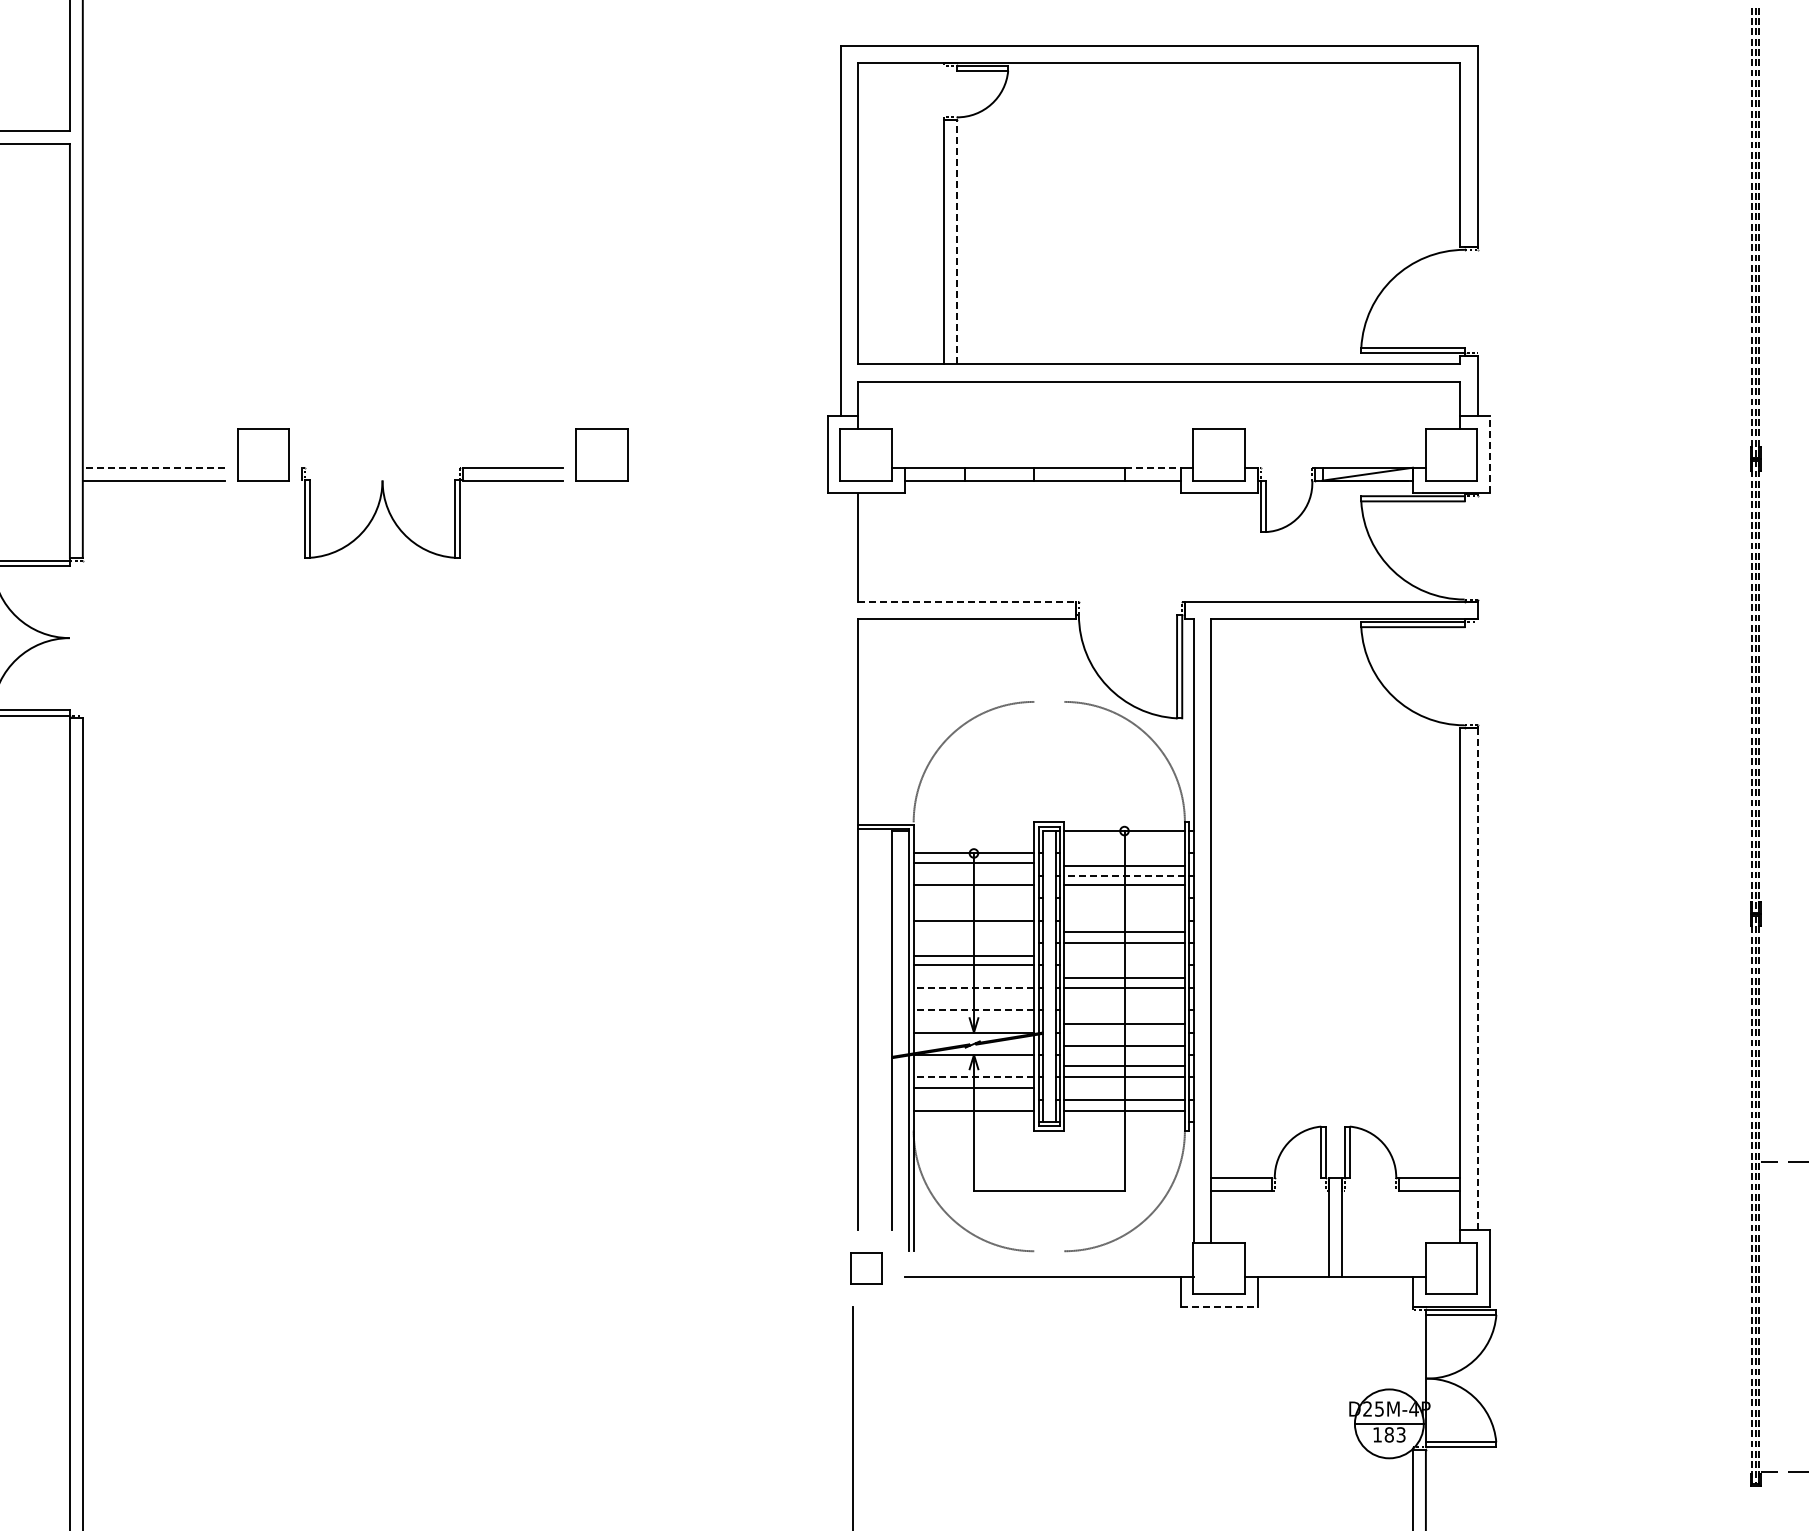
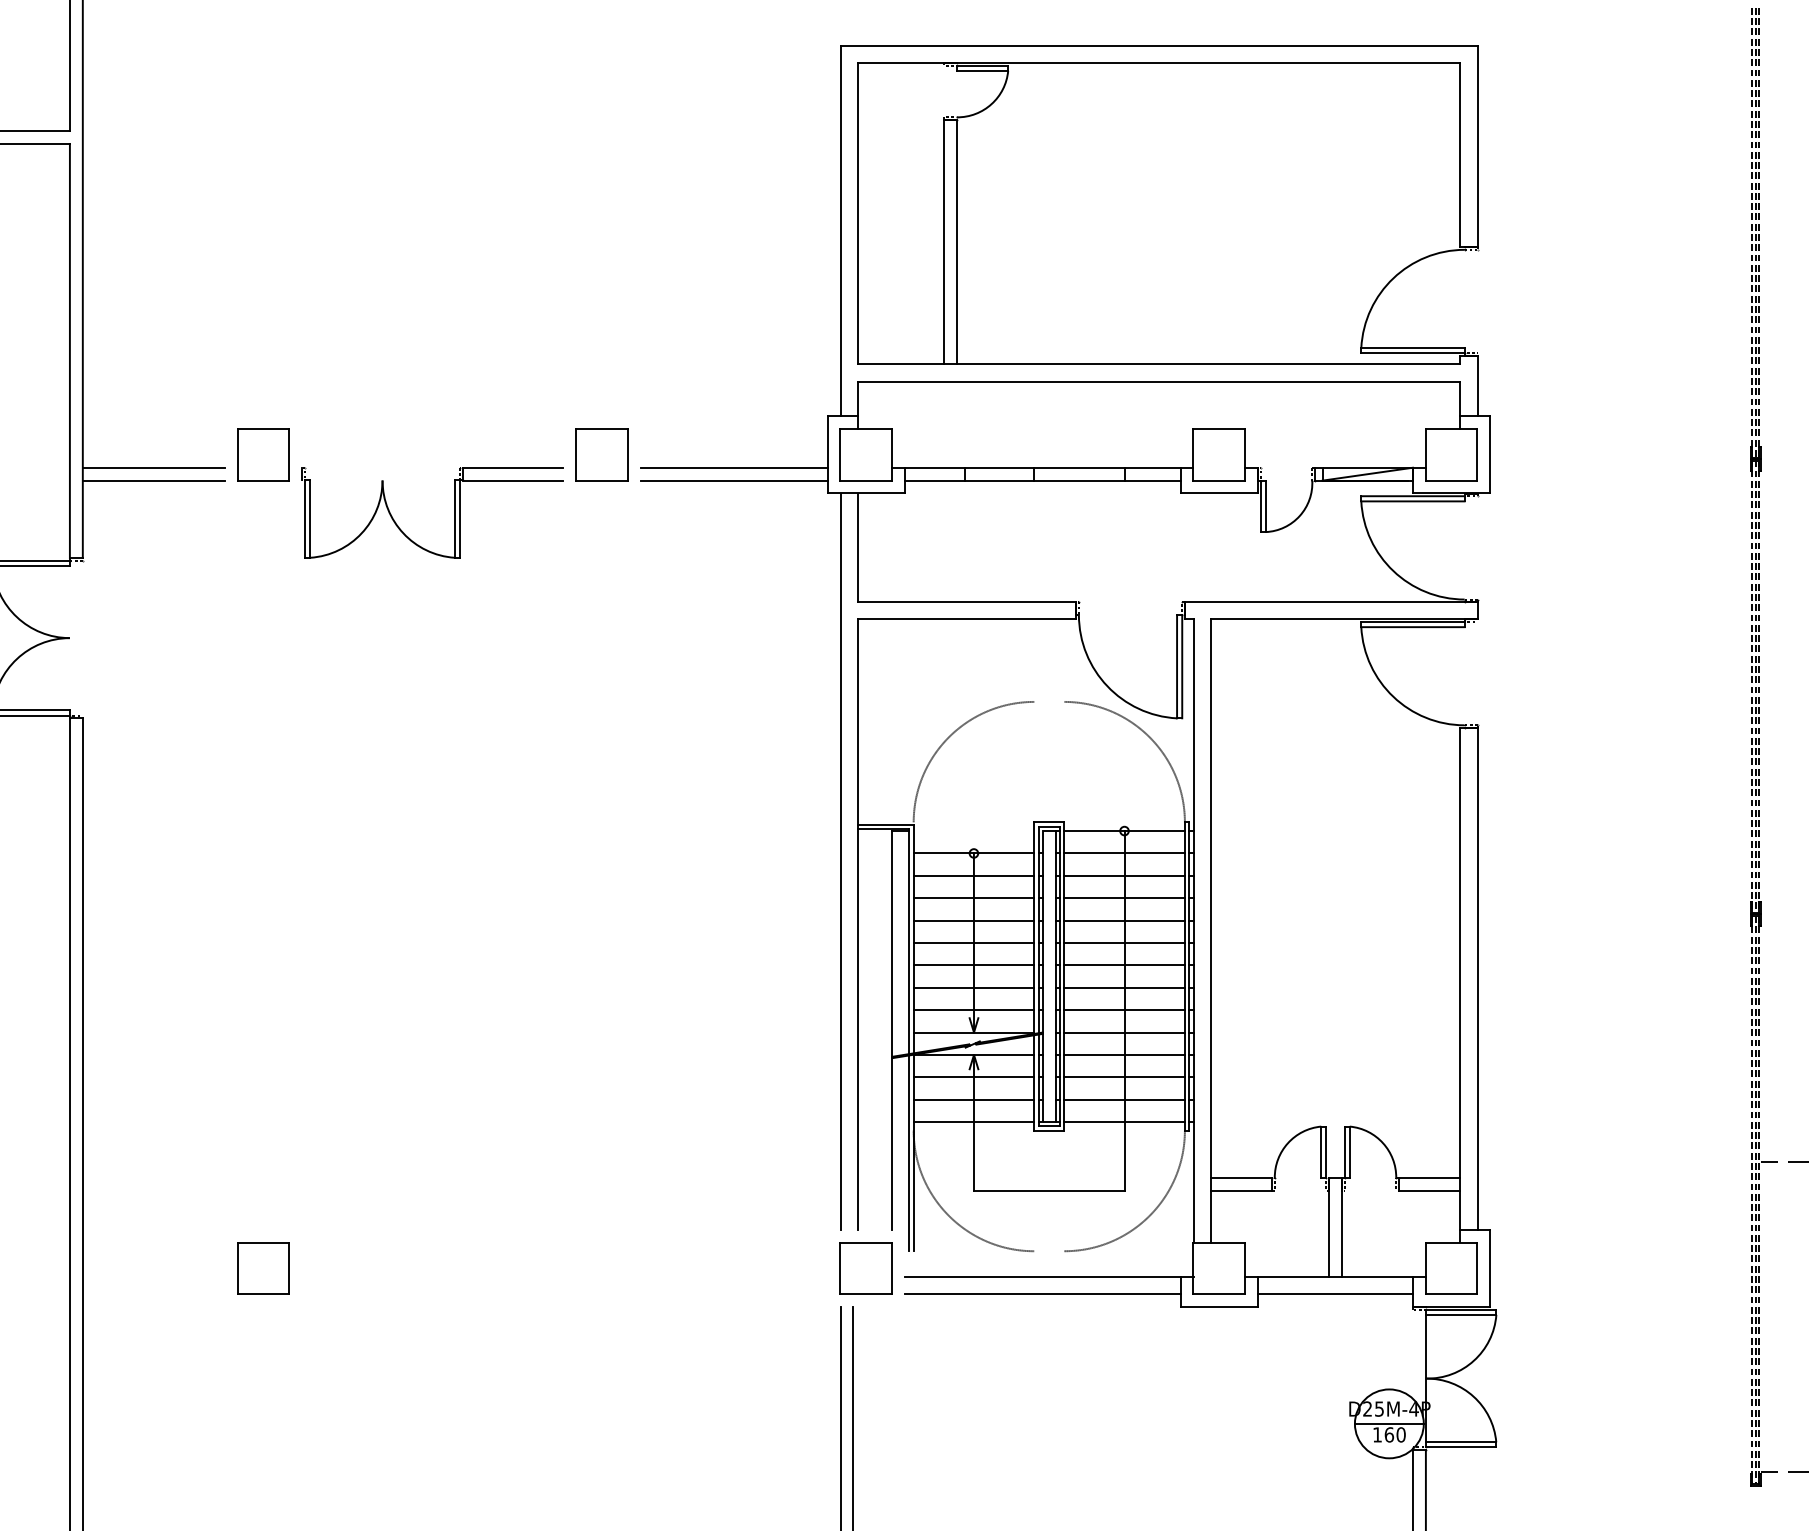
line at (956, 241): dashed -> solid
line at (1490, 454): dashed -> solid
line at (153, 467): dashed -> solid
line at (733, 467): none -> present
line at (1152, 467): dashed -> solid
line at (733, 480): none -> present
line at (967, 602): dashed -> solid
line at (840, 861): none -> present
line at (973, 862) position: (973, 862) -> (973, 875)
line at (1124, 866) position: (1124, 866) -> (1124, 853)
line at (1124, 875): dashed -> solid
line at (973, 885) position: (973, 885) -> (973, 898)
line at (1124, 885) position: (1124, 885) -> (1124, 898)
line at (1124, 931) position: (1124, 931) -> (1124, 920)
line at (973, 956) position: (973, 956) -> (973, 943)
line at (1124, 978) position: (1124, 978) -> (1124, 965)
line at (1477, 978): dashed -> solid
line at (973, 987): dashed -> solid
line at (973, 1010): dashed -> solid
line at (1124, 1024) position: (1124, 1024) -> (1124, 1010)
line at (1124, 1045) position: (1124, 1045) -> (1124, 1032)
line at (1124, 1065) position: (1124, 1065) -> (1124, 1054)
line at (973, 1077): dashed -> solid
line at (973, 1087) position: (973, 1087) -> (973, 1099)
line at (973, 1111) position: (973, 1111) -> (973, 1122)
line at (1124, 1111) position: (1124, 1111) -> (1124, 1122)
part at (263, 1268): none -> present
part at (866, 1268) size: 33x33 px -> 54x53 px
line at (1042, 1294): none -> present
line at (1335, 1294): none -> present
line at (1219, 1307): dashed -> solid
line at (840, 1417): none -> present
text at (1394, 1434): 183 -> 160
